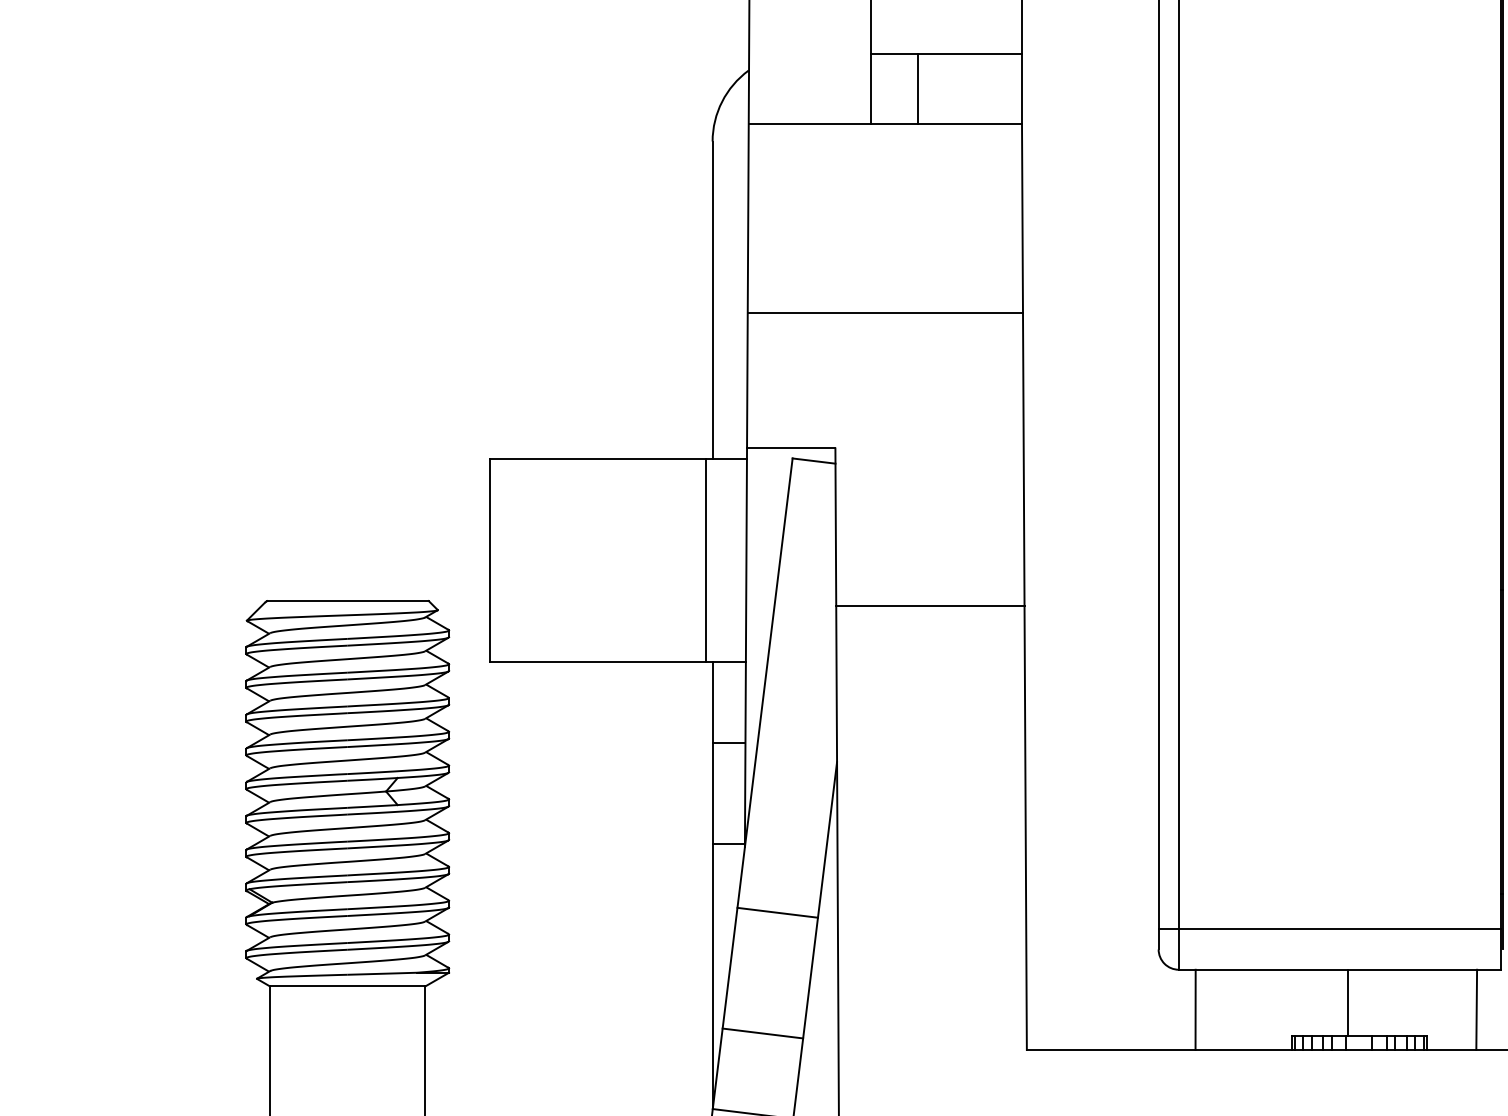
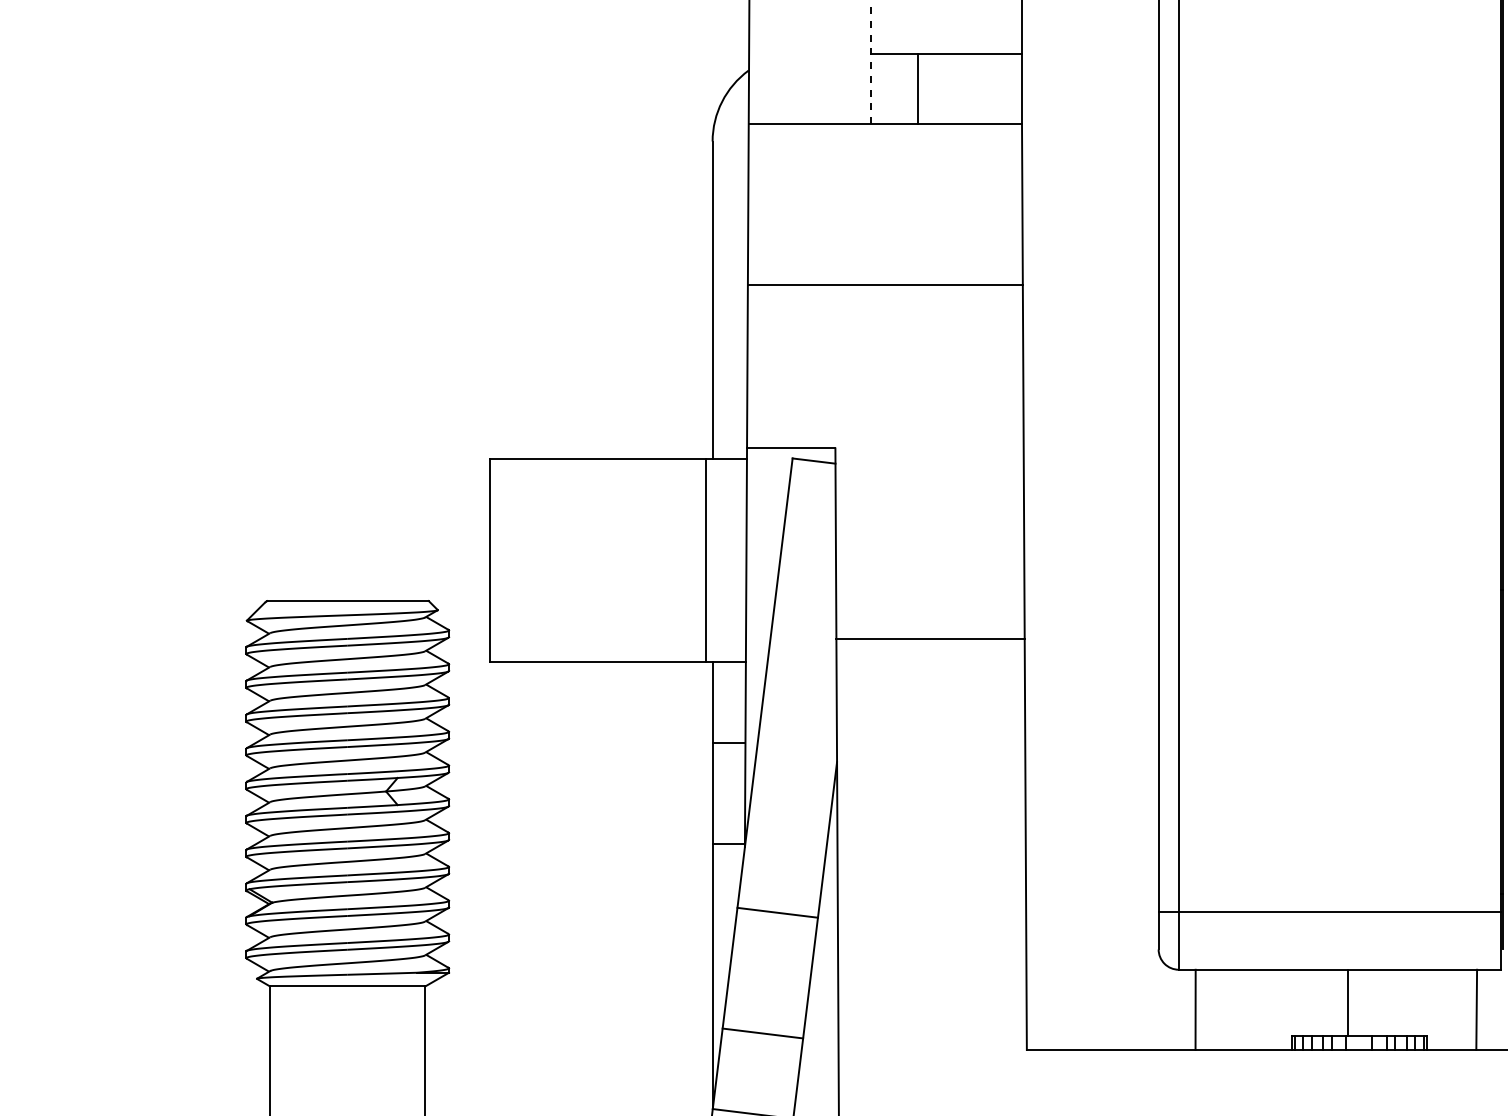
line at (871, 62): solid -> dashed
line at (885, 313) position: (885, 313) -> (885, 285)
line at (930, 606) position: (930, 606) -> (930, 639)
line at (1329, 929) position: (1329, 929) -> (1329, 912)
